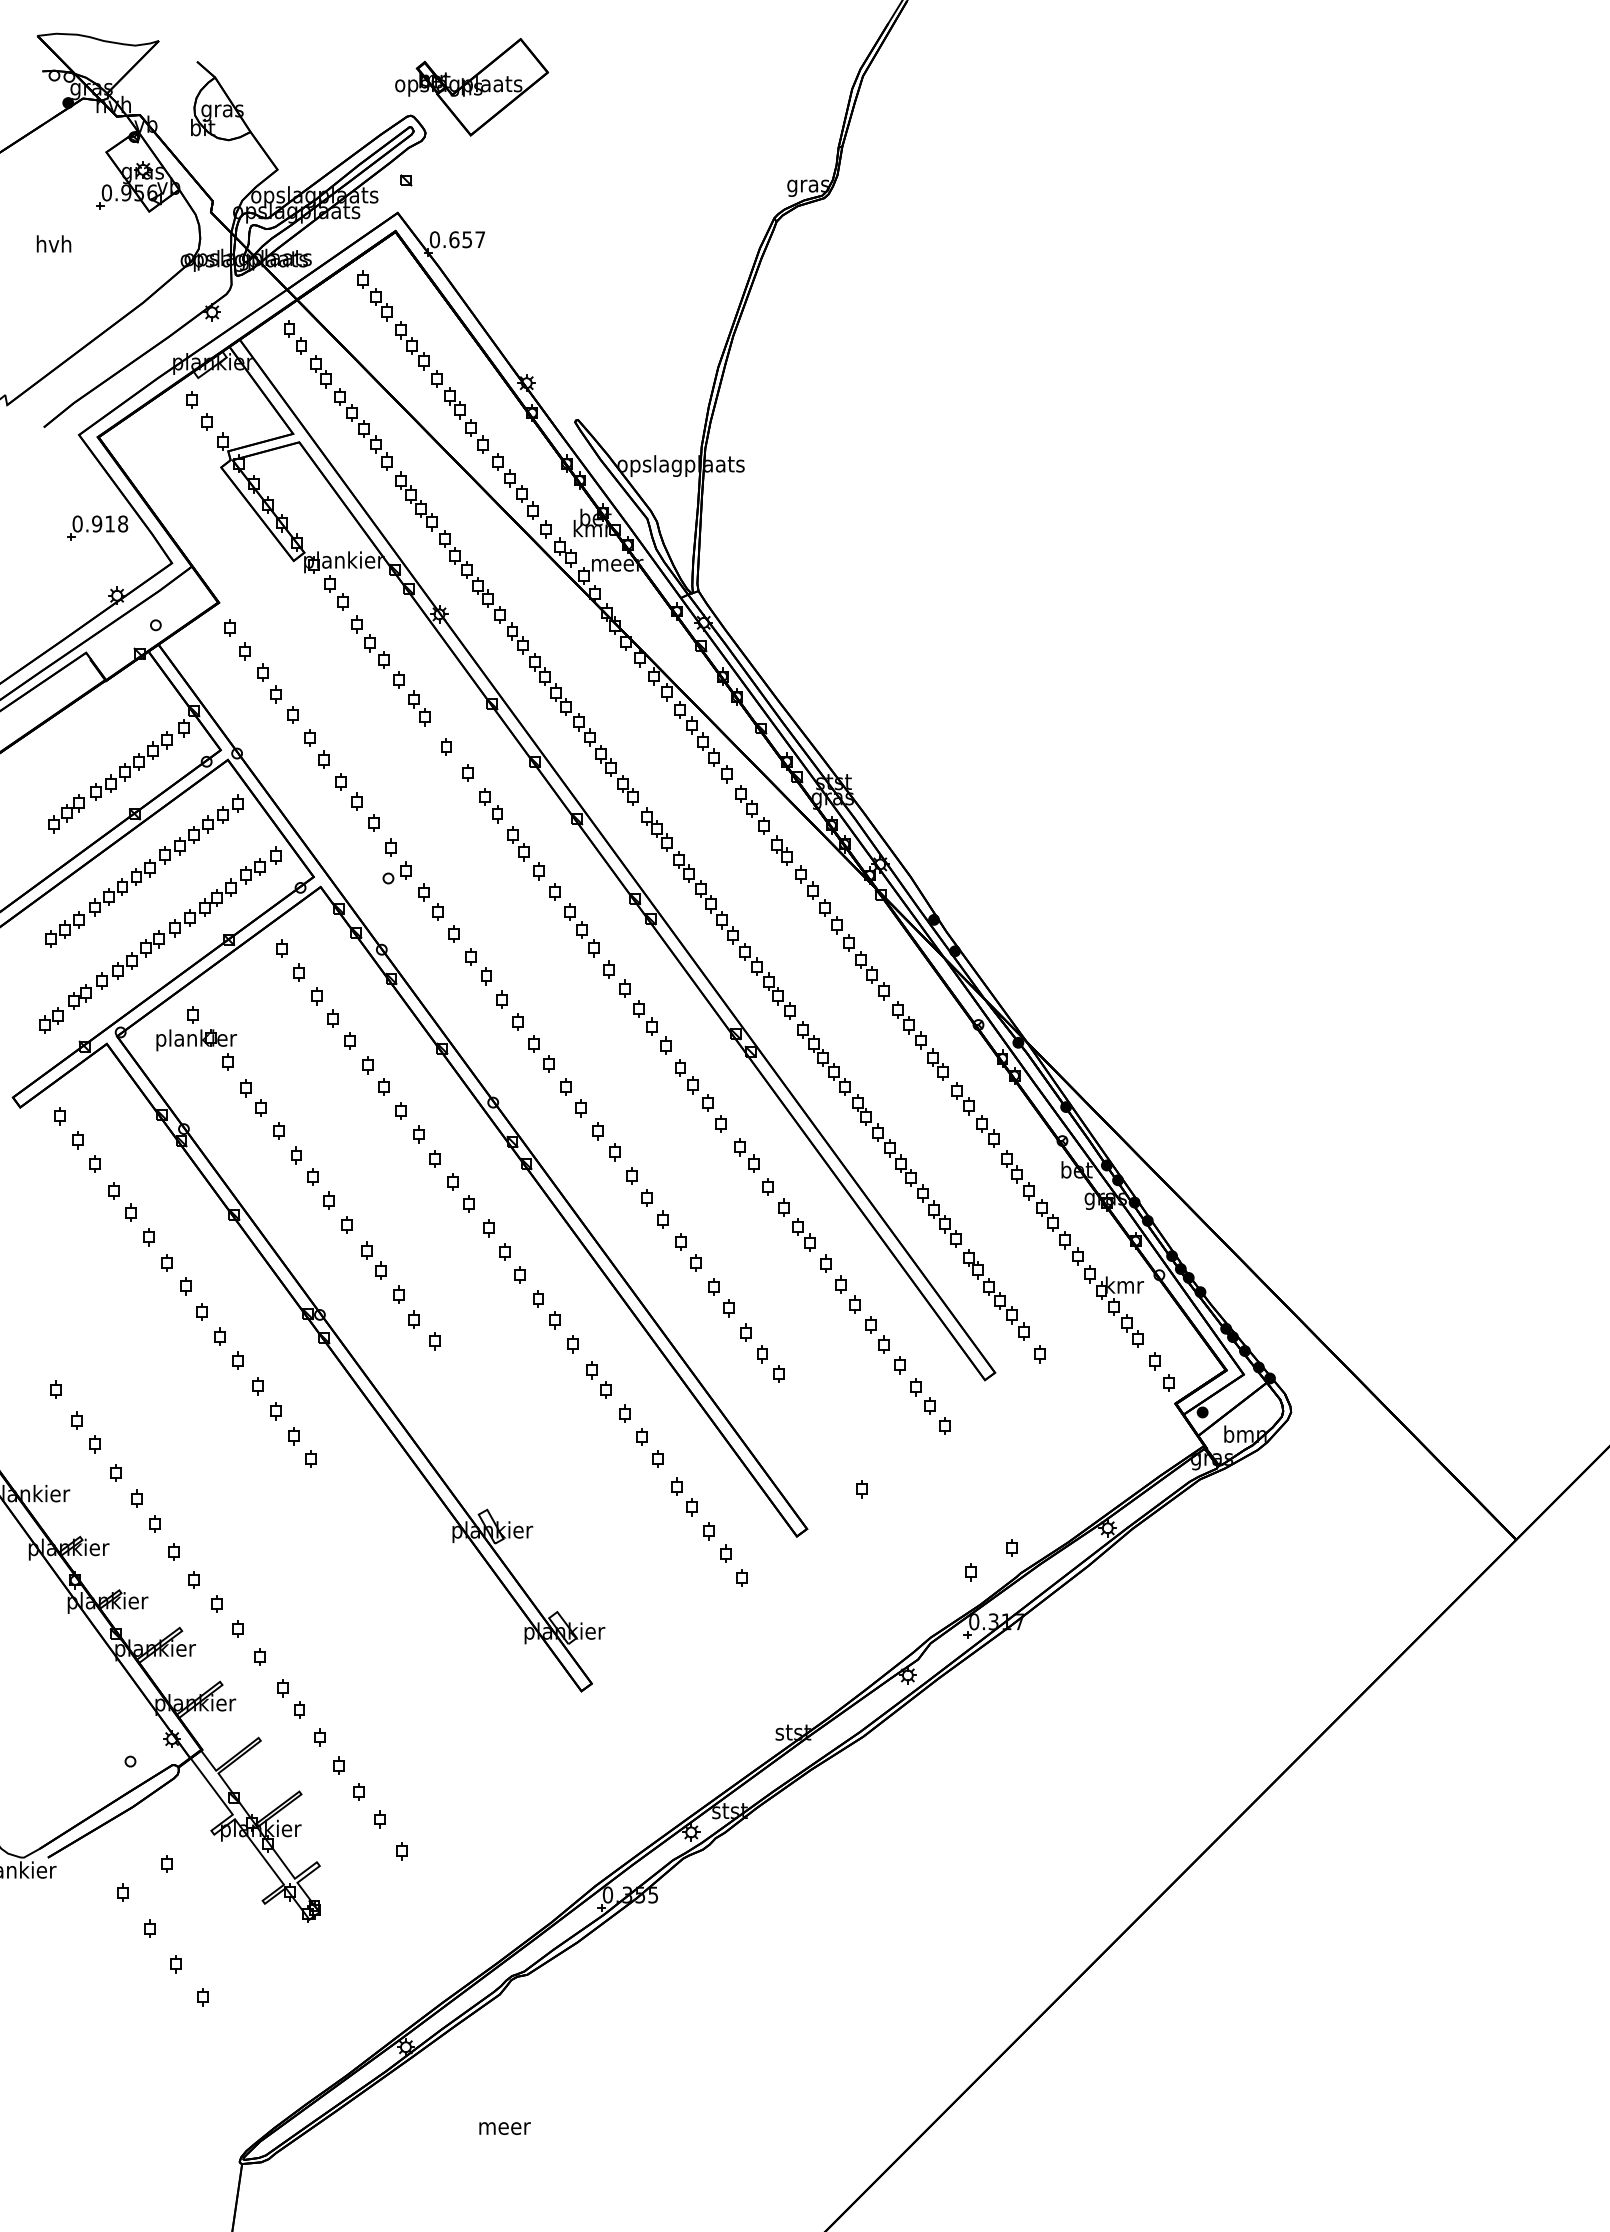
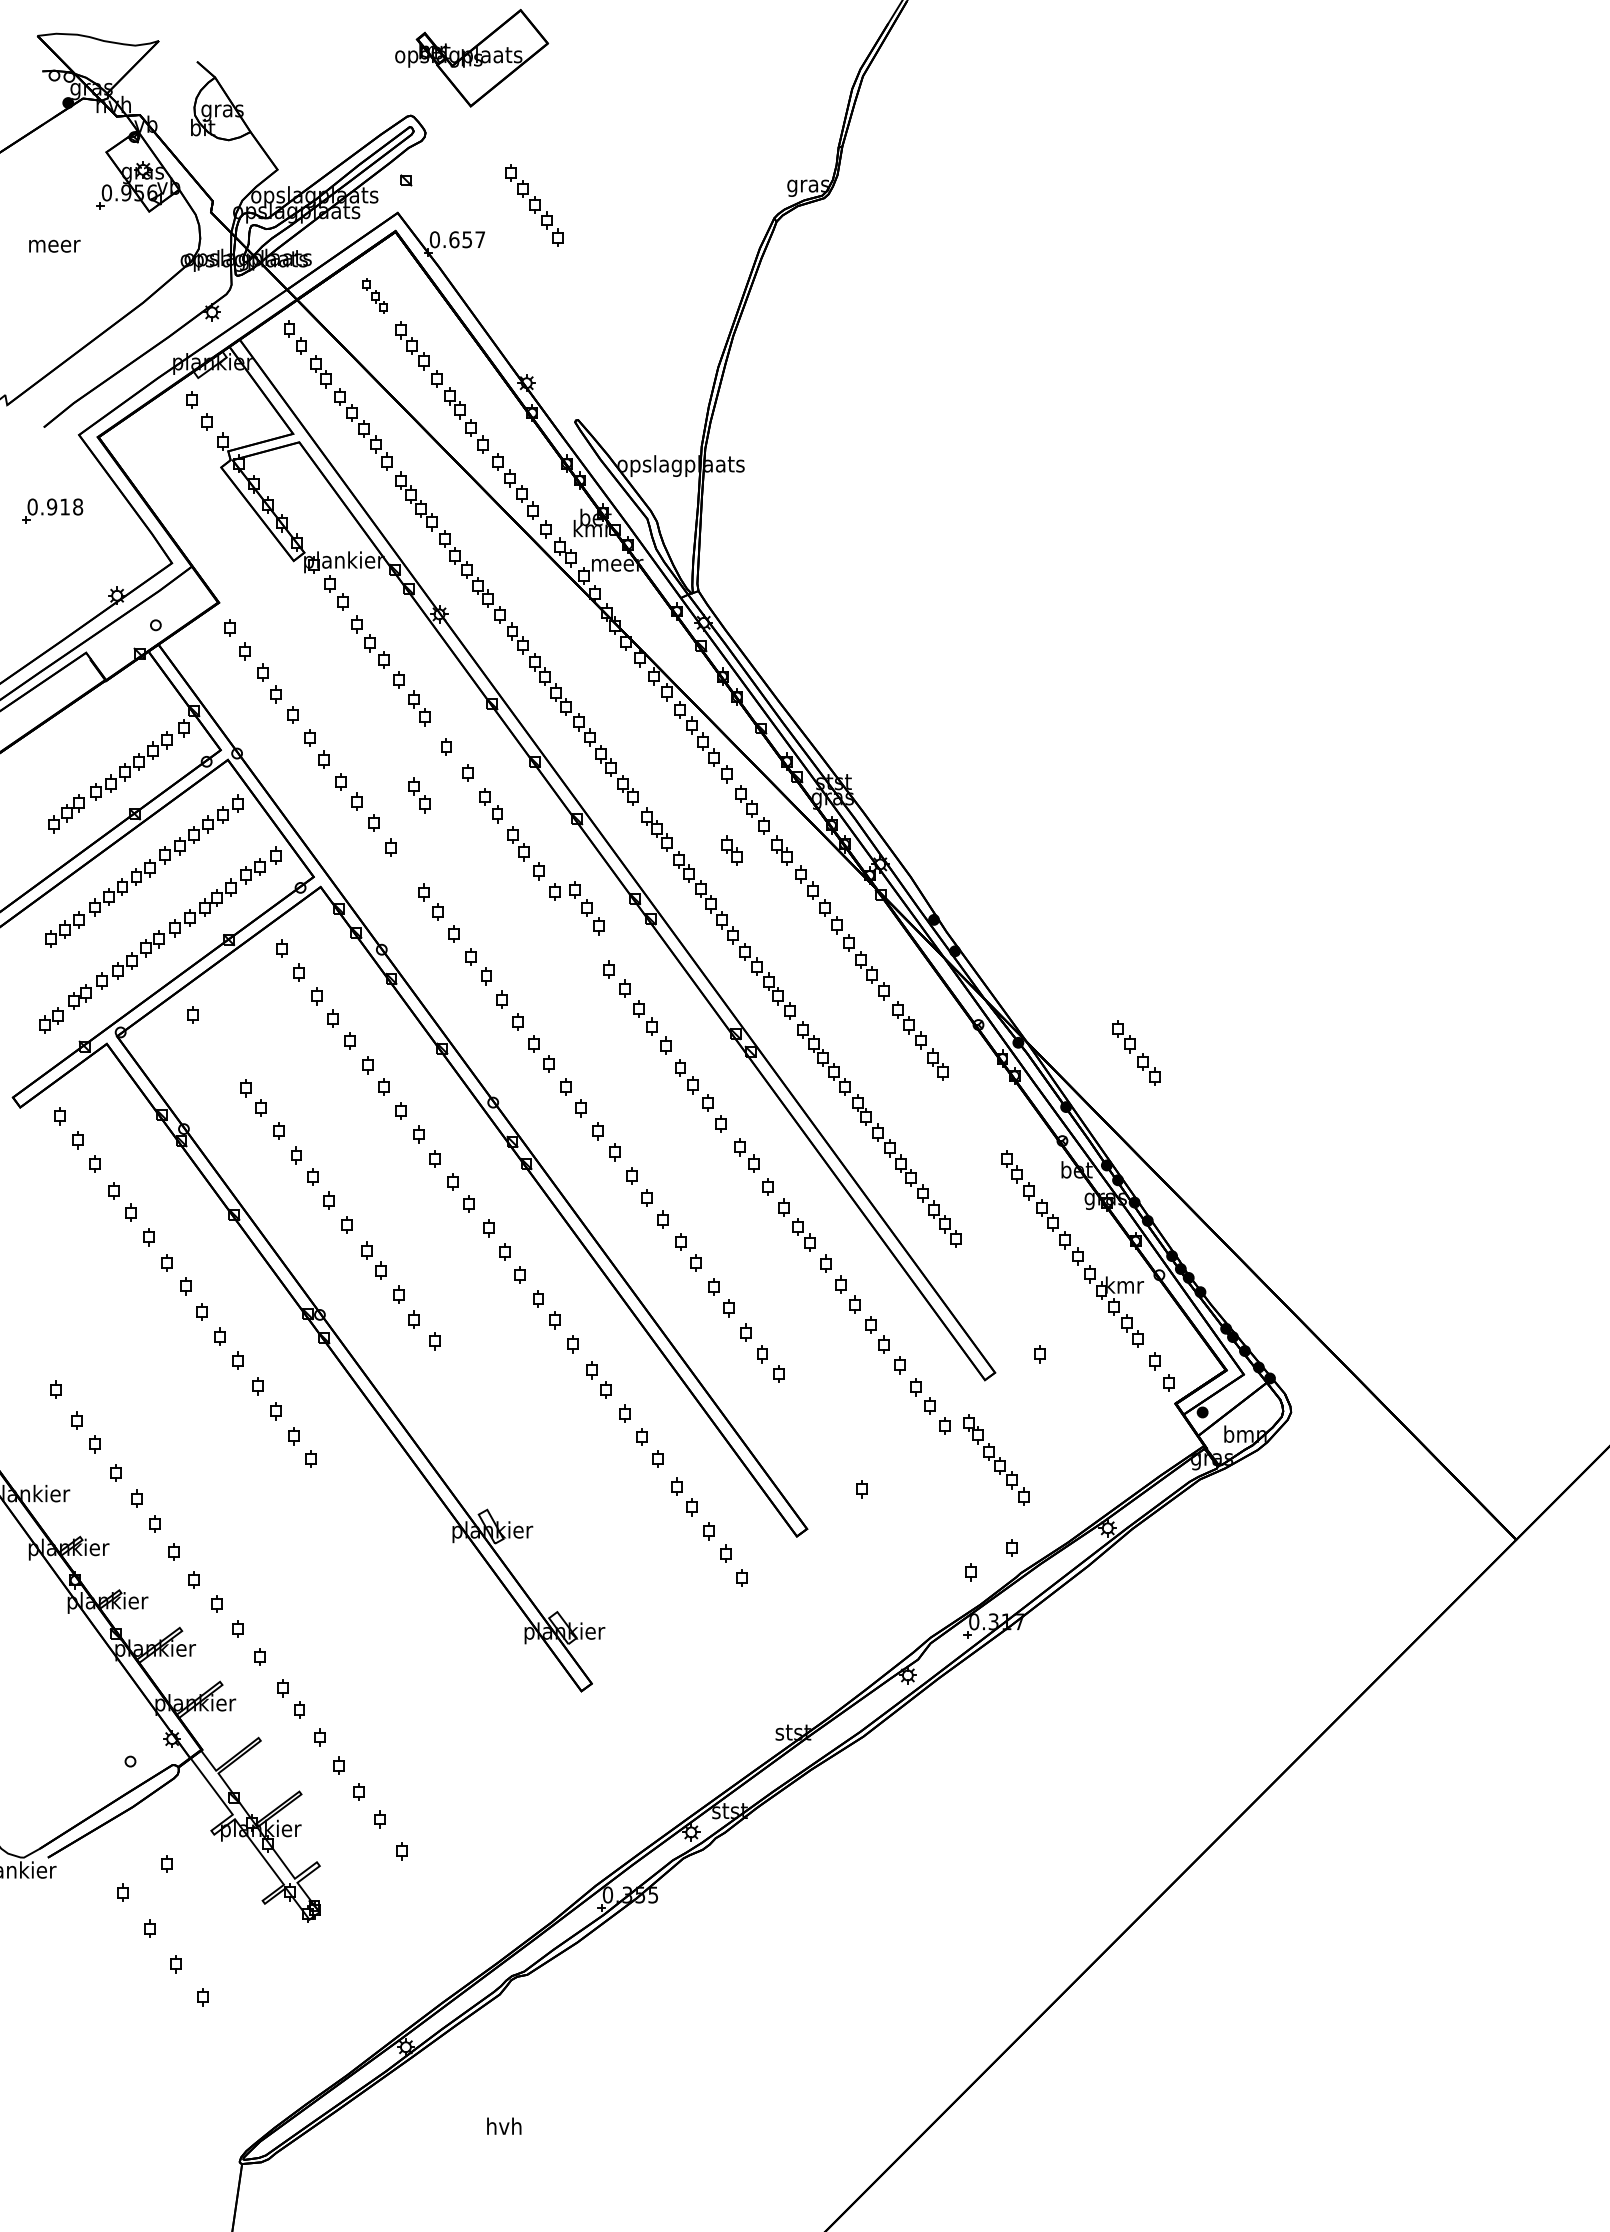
part at (472, 87) position: (472, 87) -> (472, 58)
part at (534, 205): none -> present
text at (54, 243): hvh -> meer
part at (374, 295) size: 36x52 px -> 26x36 px
part at (97, 527) position: (97, 527) -> (52, 510)
part at (419, 795): none -> present
part at (731, 850): none -> present
part at (396, 872): present -> none
part at (581, 930) position: (581, 930) -> (586, 908)
part at (196, 1049): present -> none
part at (975, 1114) position: (975, 1114) -> (1136, 1052)
part at (996, 1294) position: (996, 1294) -> (996, 1459)
text at (504, 2126): meer -> hvh
